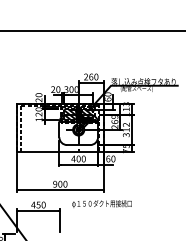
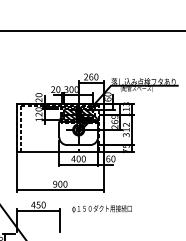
text at (101, 203) position: (101, 203) -> (101, 208)
